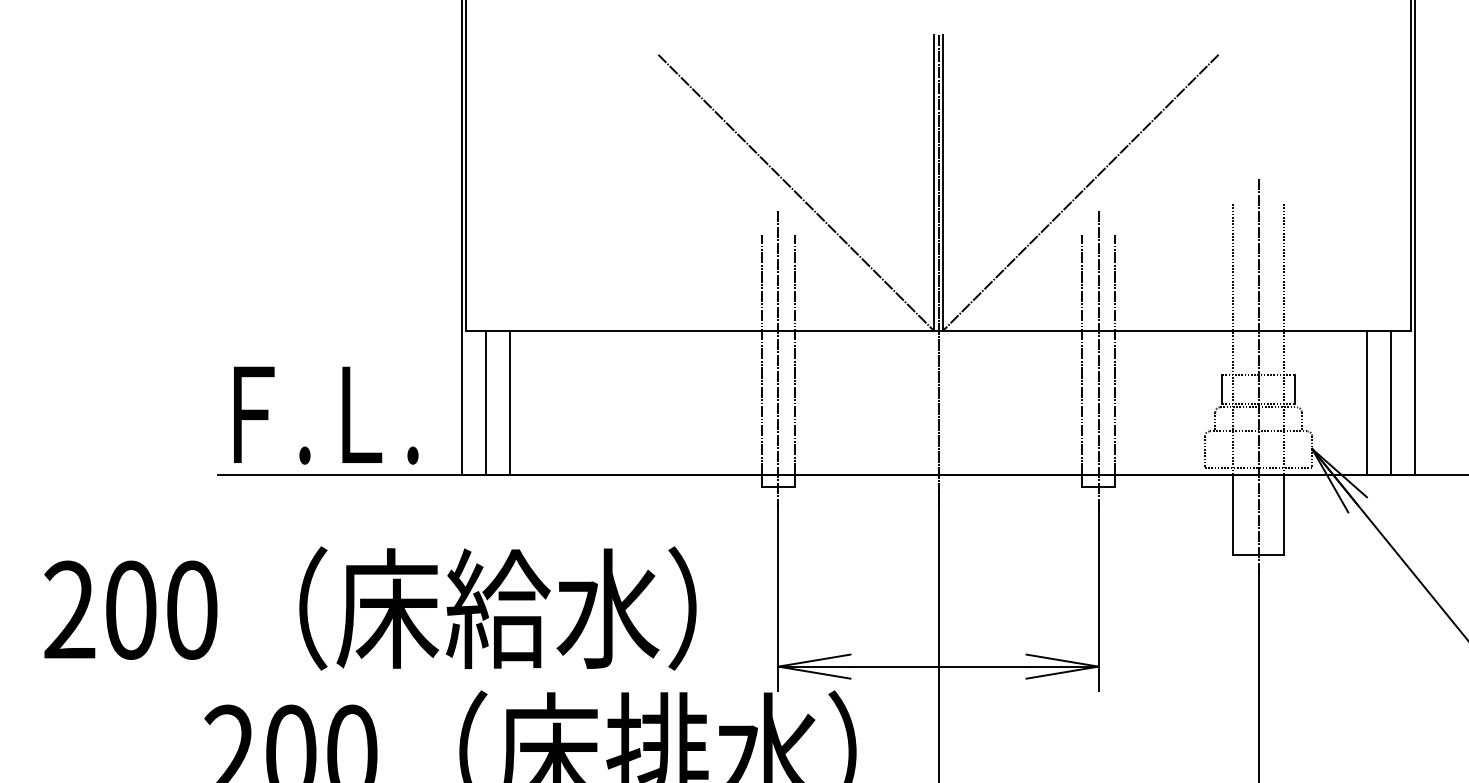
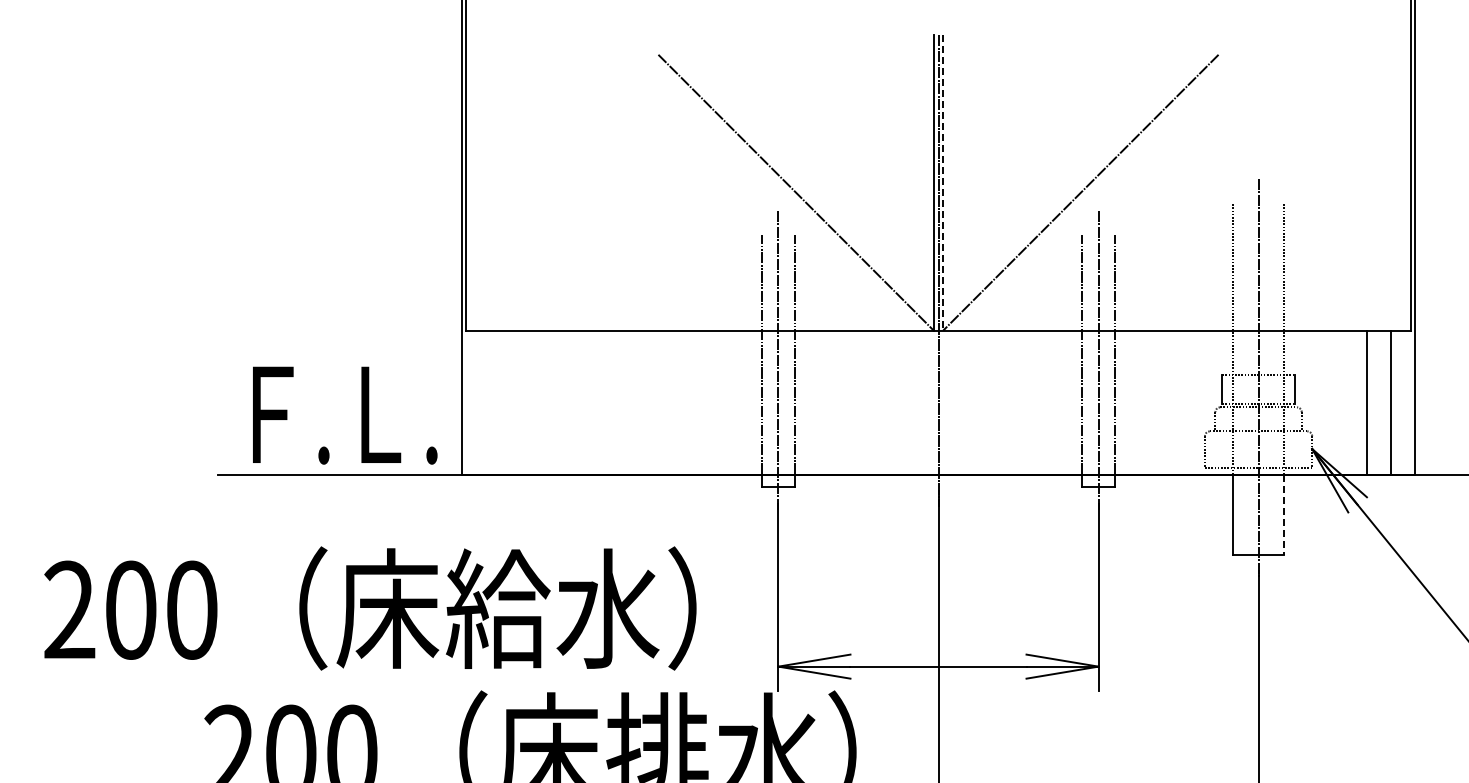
line at (943, 182): solid -> dashed
line at (485, 402): present -> none
line at (509, 402): present -> none
text at (326, 415) position: (326, 415) -> (345, 415)
line at (1284, 515): solid -> dashed
